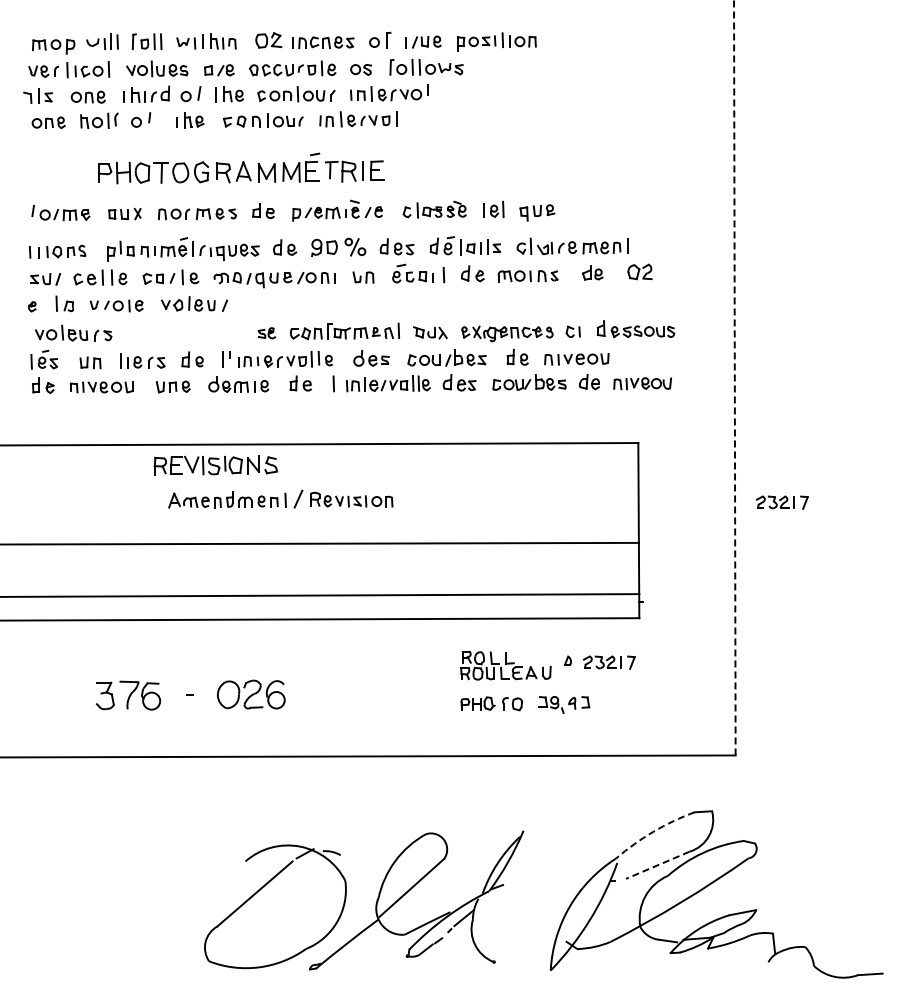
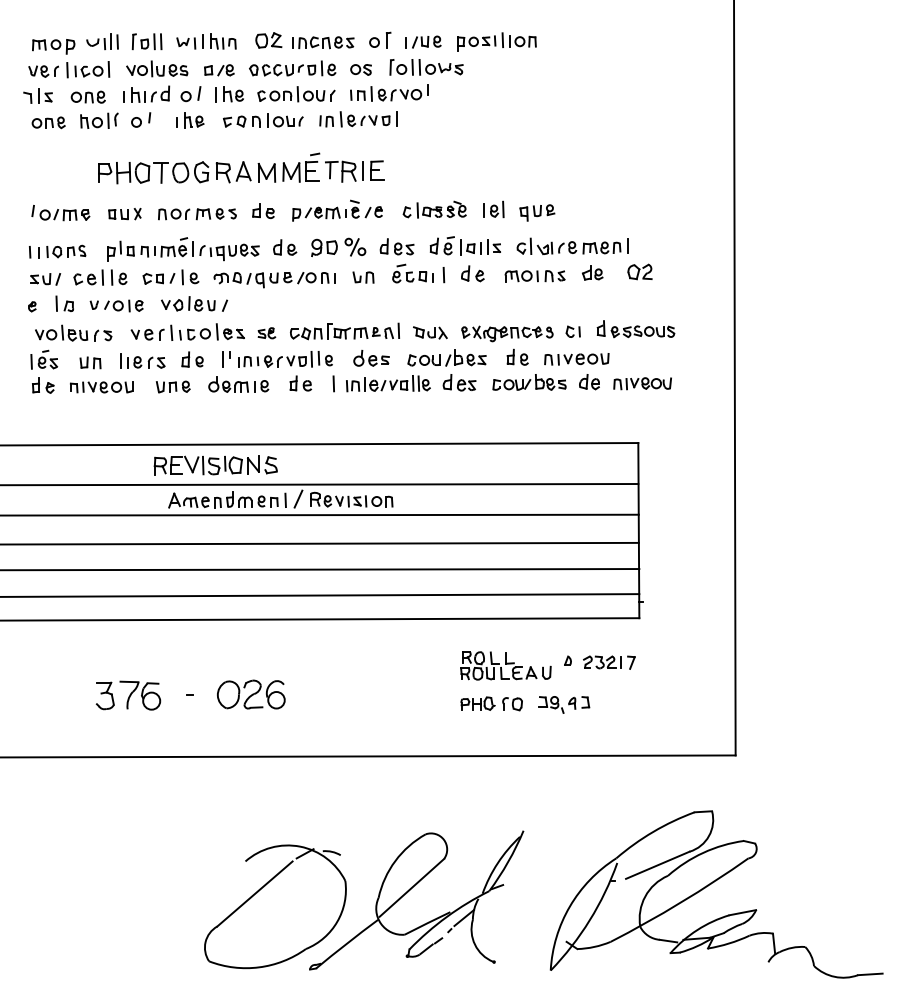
part at (527, 276) position: (527, 276) -> (534, 276)
part at (187, 331): none -> present
line at (734, 377): dashed -> solid
line at (320, 484): none -> present
part at (782, 502): present -> none
line at (320, 514): none -> present
line at (320, 569): none -> present
arc at (653, 831): dashed -> solid
line at (657, 865): dashed -> solid
